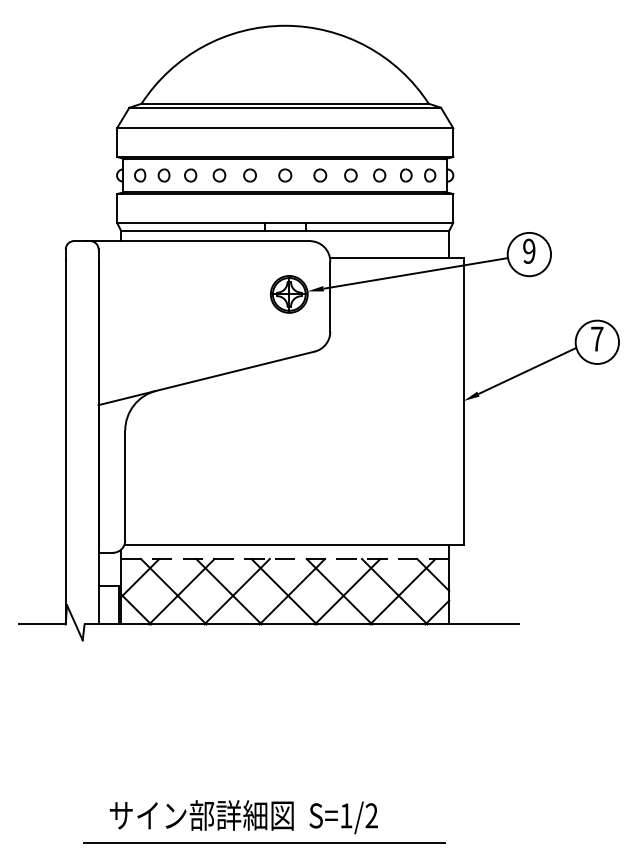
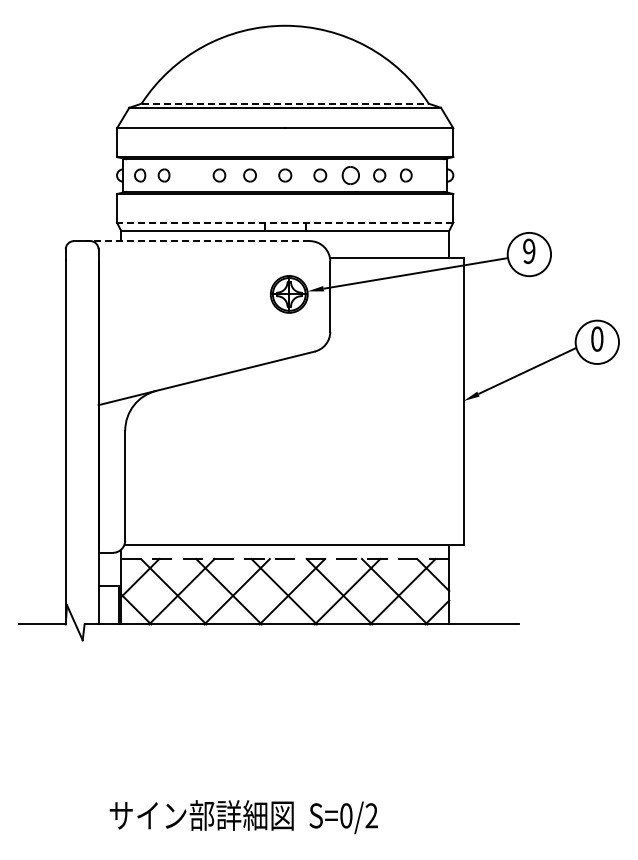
line at (285, 103): solid -> dashed
part at (190, 175): present -> none
part at (350, 175) size: 14x15 px -> 19x19 px
part at (430, 175): present -> none
line at (284, 222): solid -> dashed
line at (198, 241): solid -> dashed
text at (597, 338): 7 -> 0
text at (346, 815): S=1/2 -> S=0/2
line at (264, 843): present -> none
